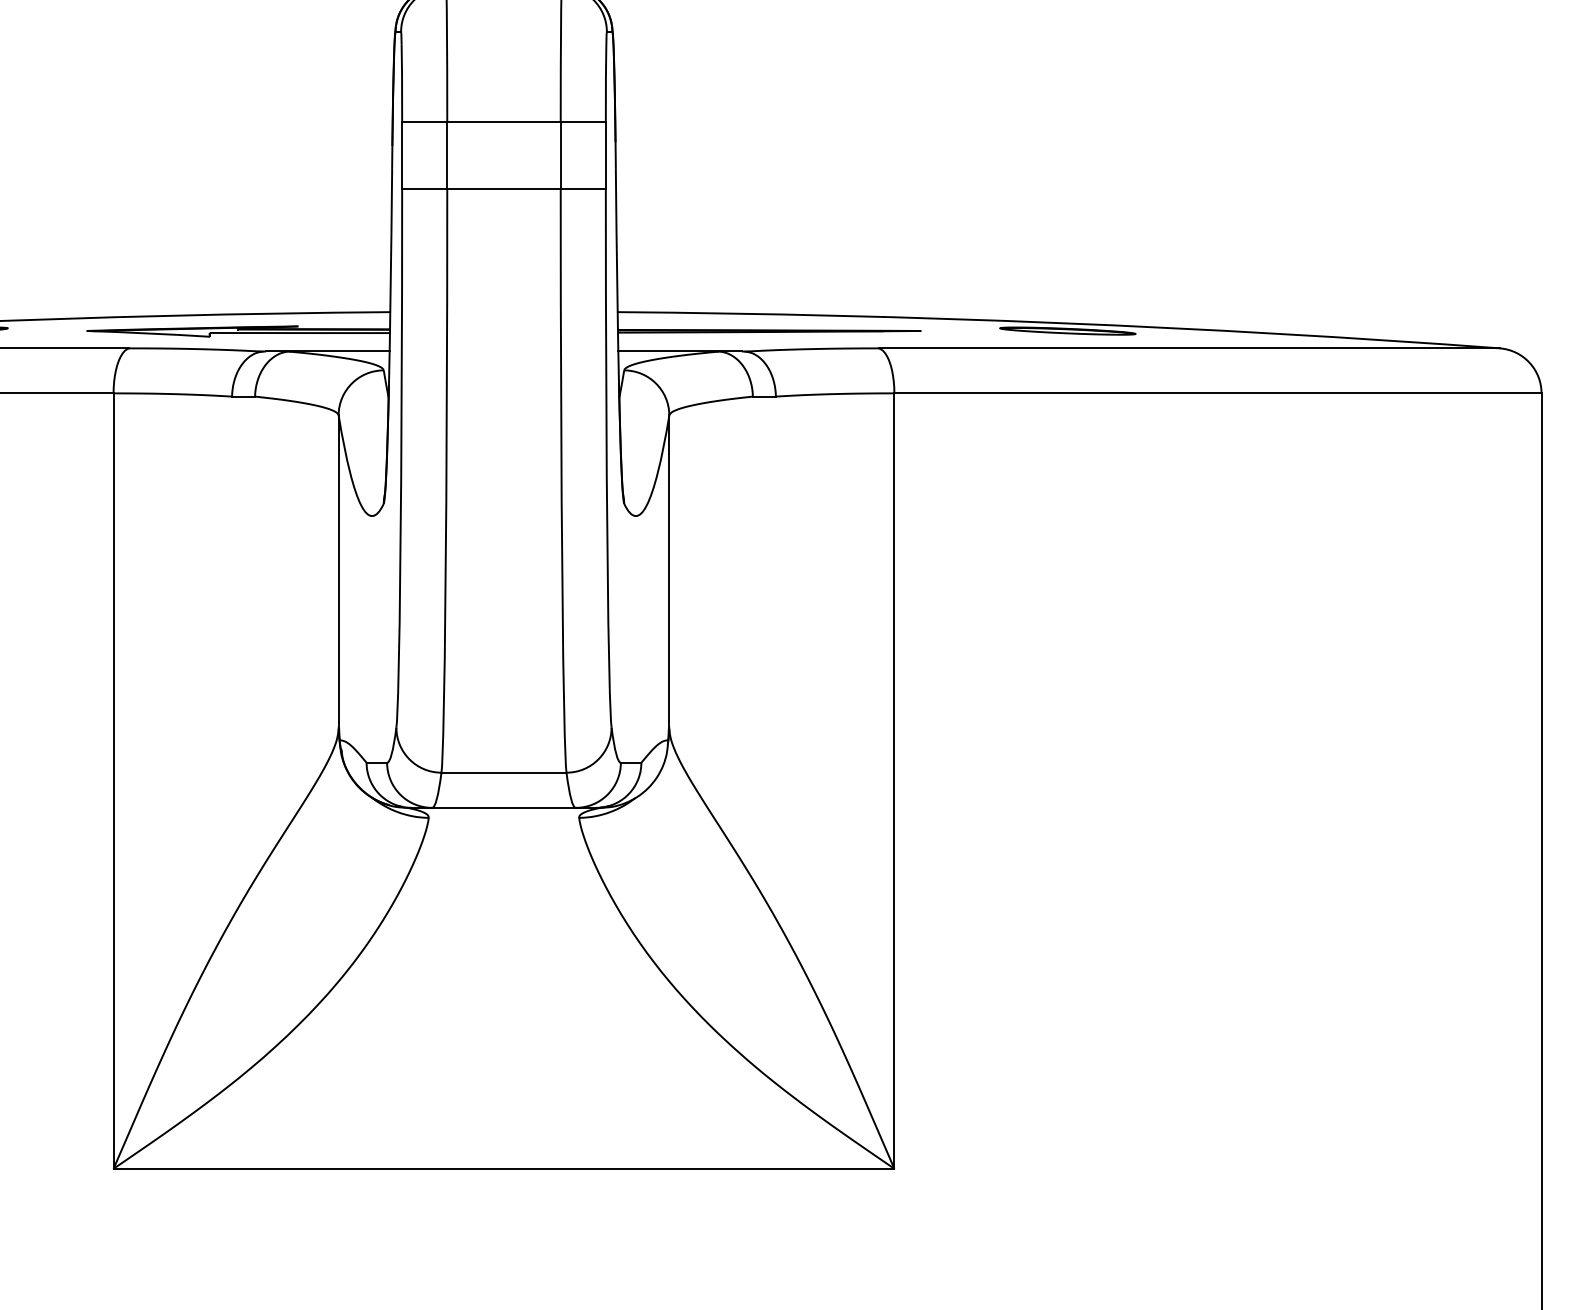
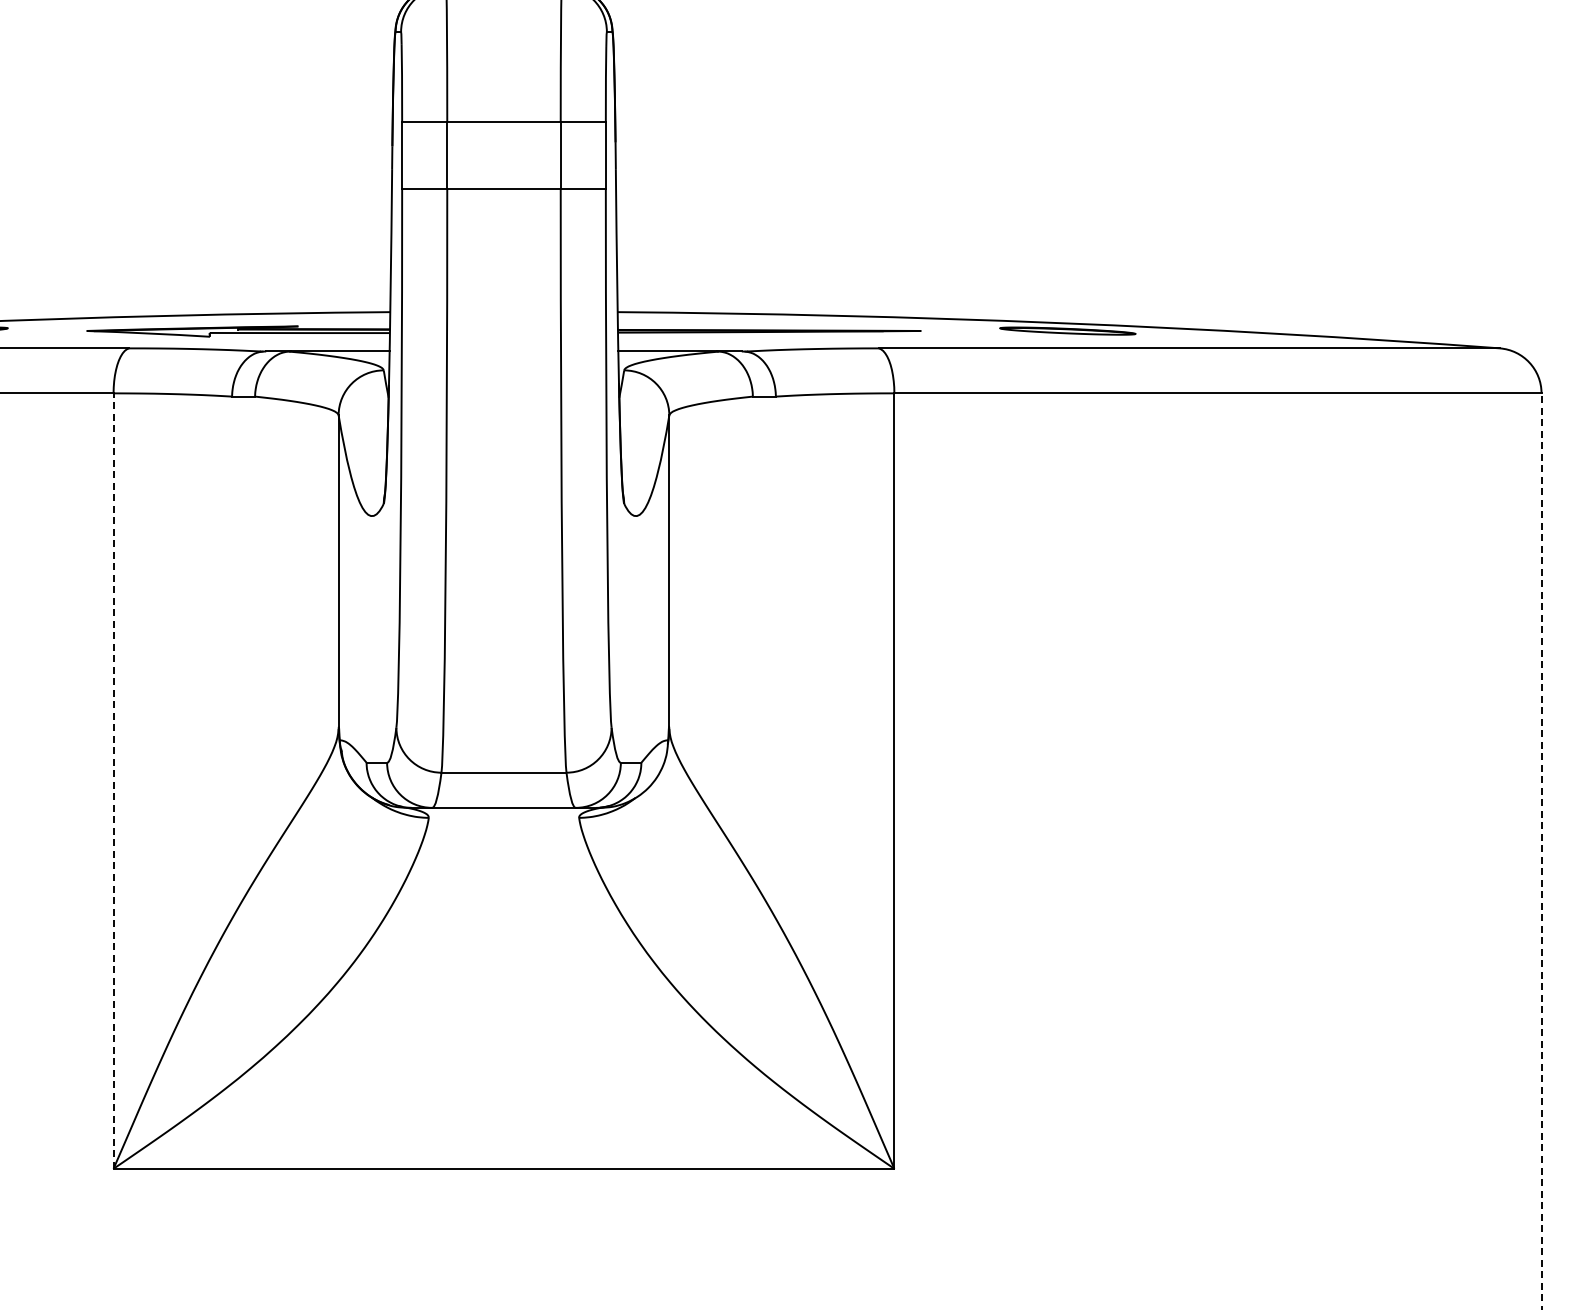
line at (113, 781): solid -> dashed
line at (1541, 851): solid -> dashed
